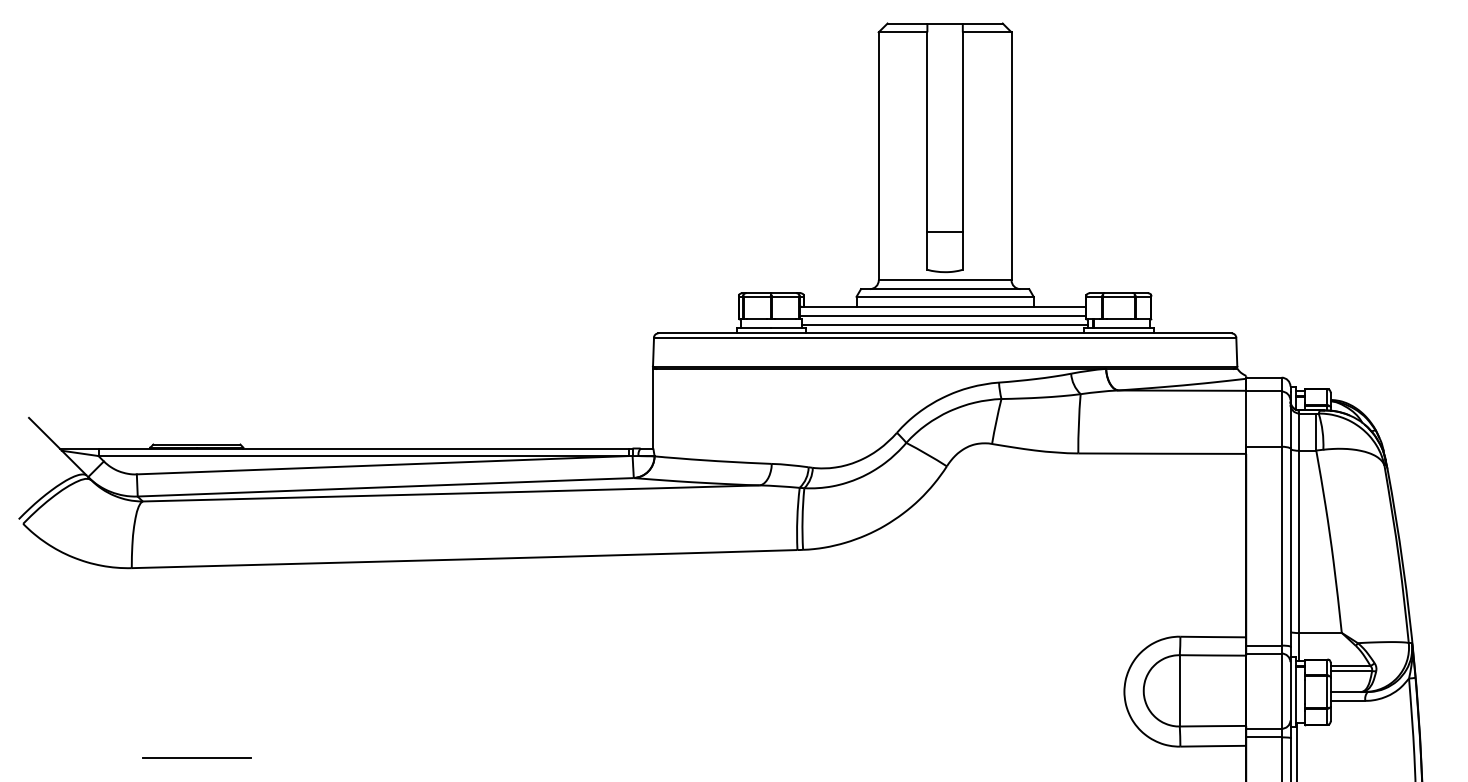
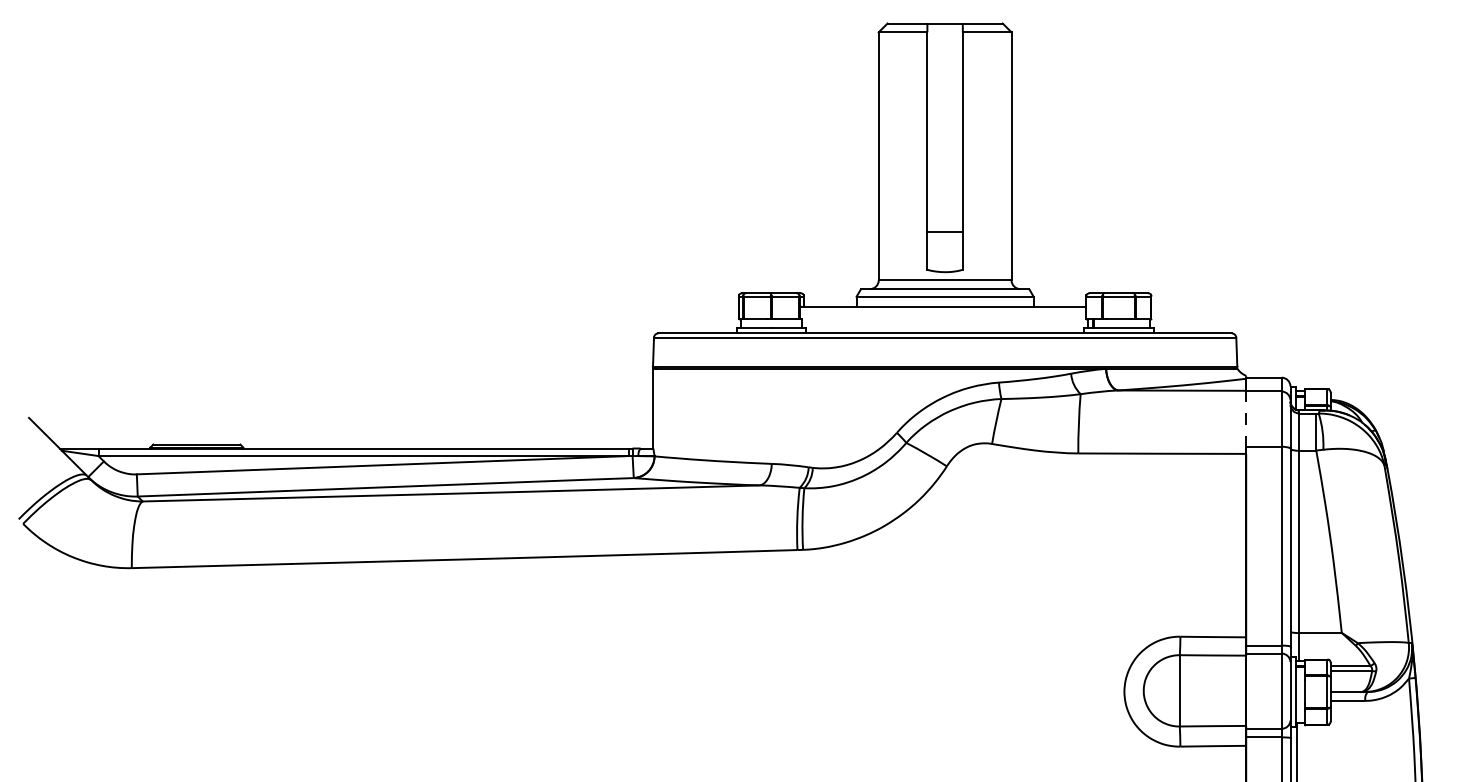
line at (942, 315): present -> none
line at (944, 324): present -> none
line at (1246, 419): solid -> dashed
line at (196, 758): present -> none
